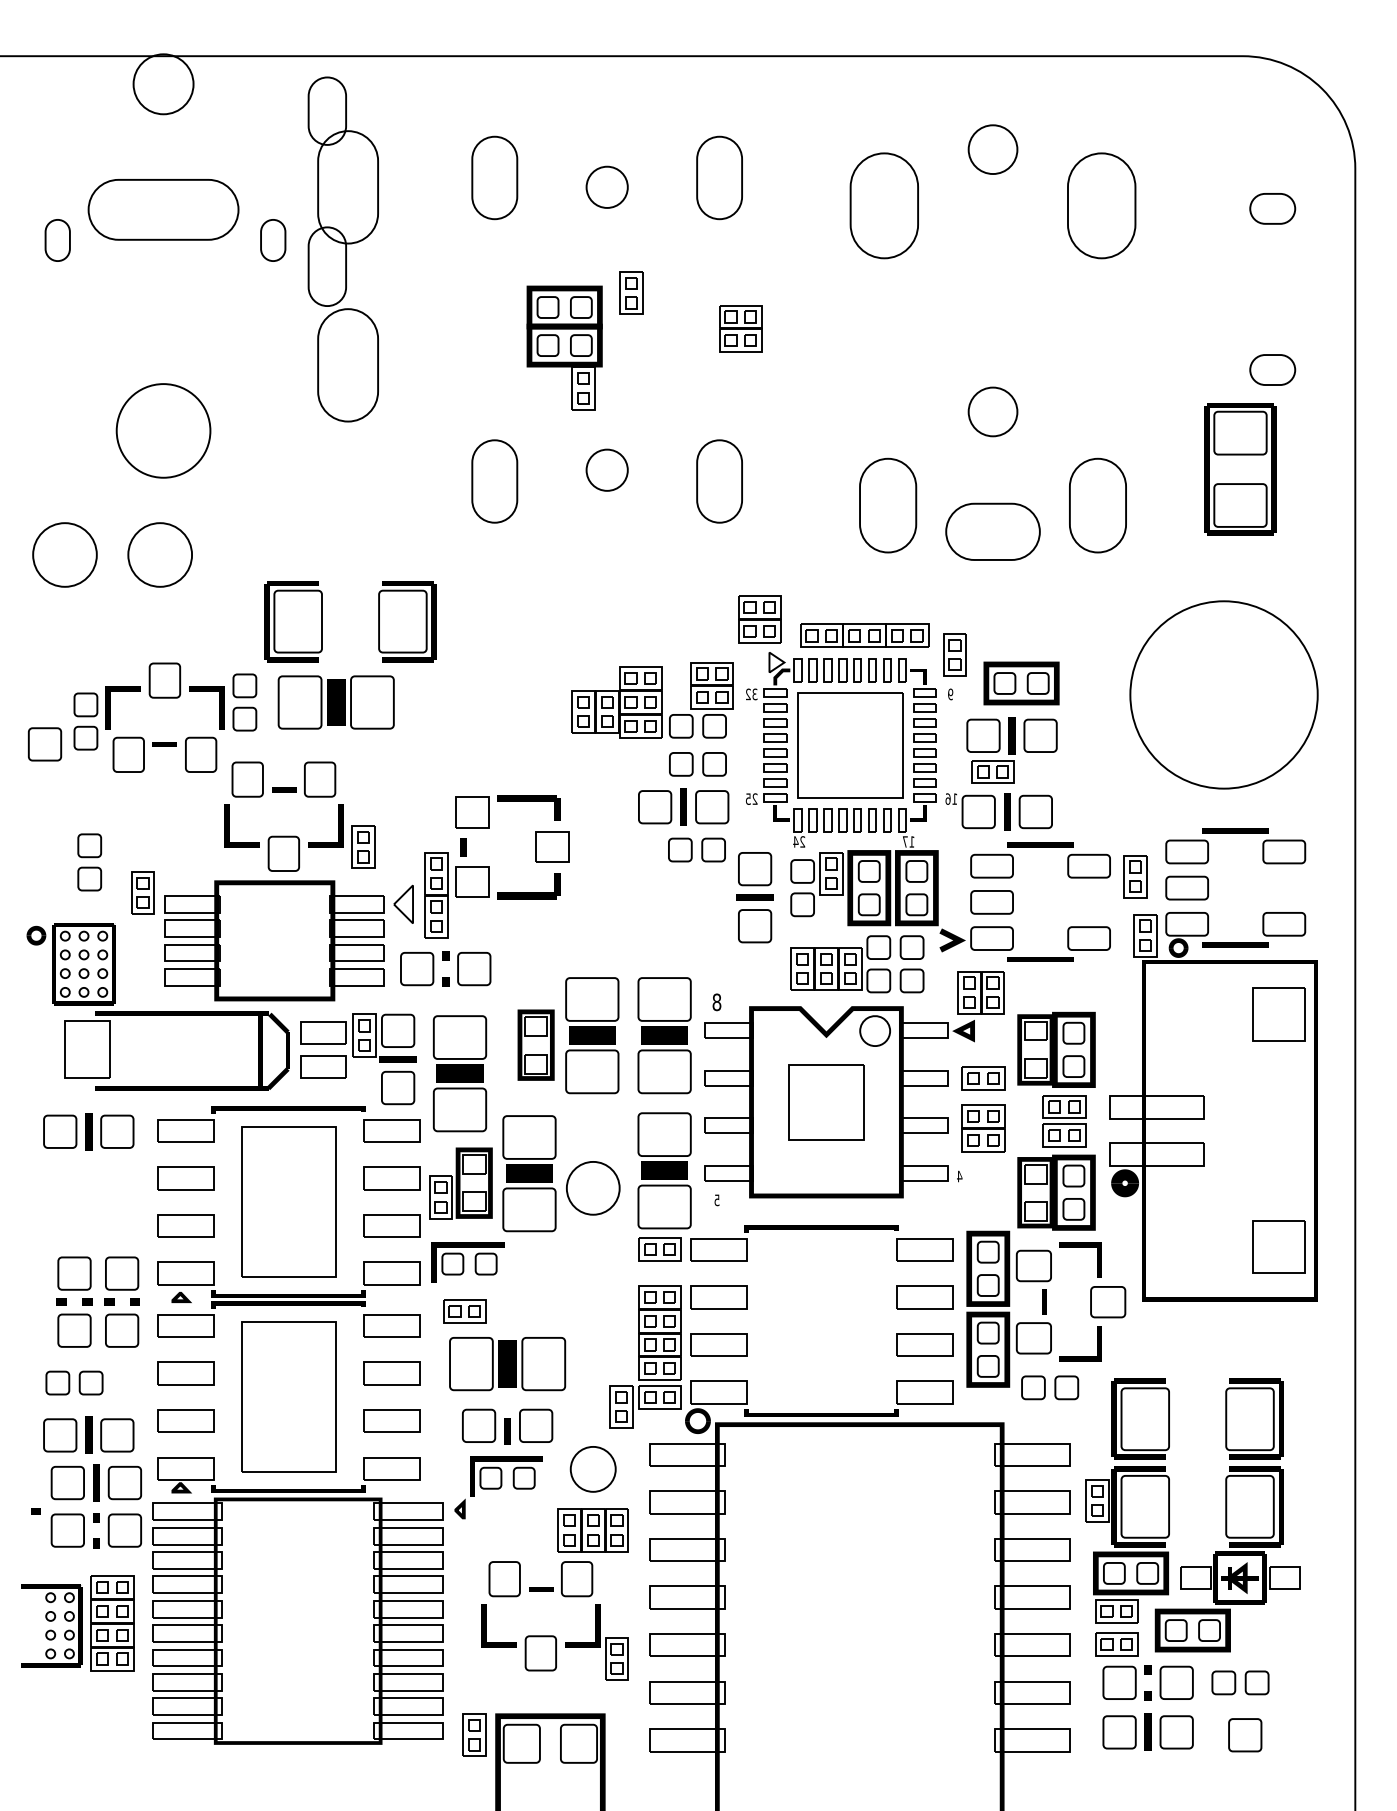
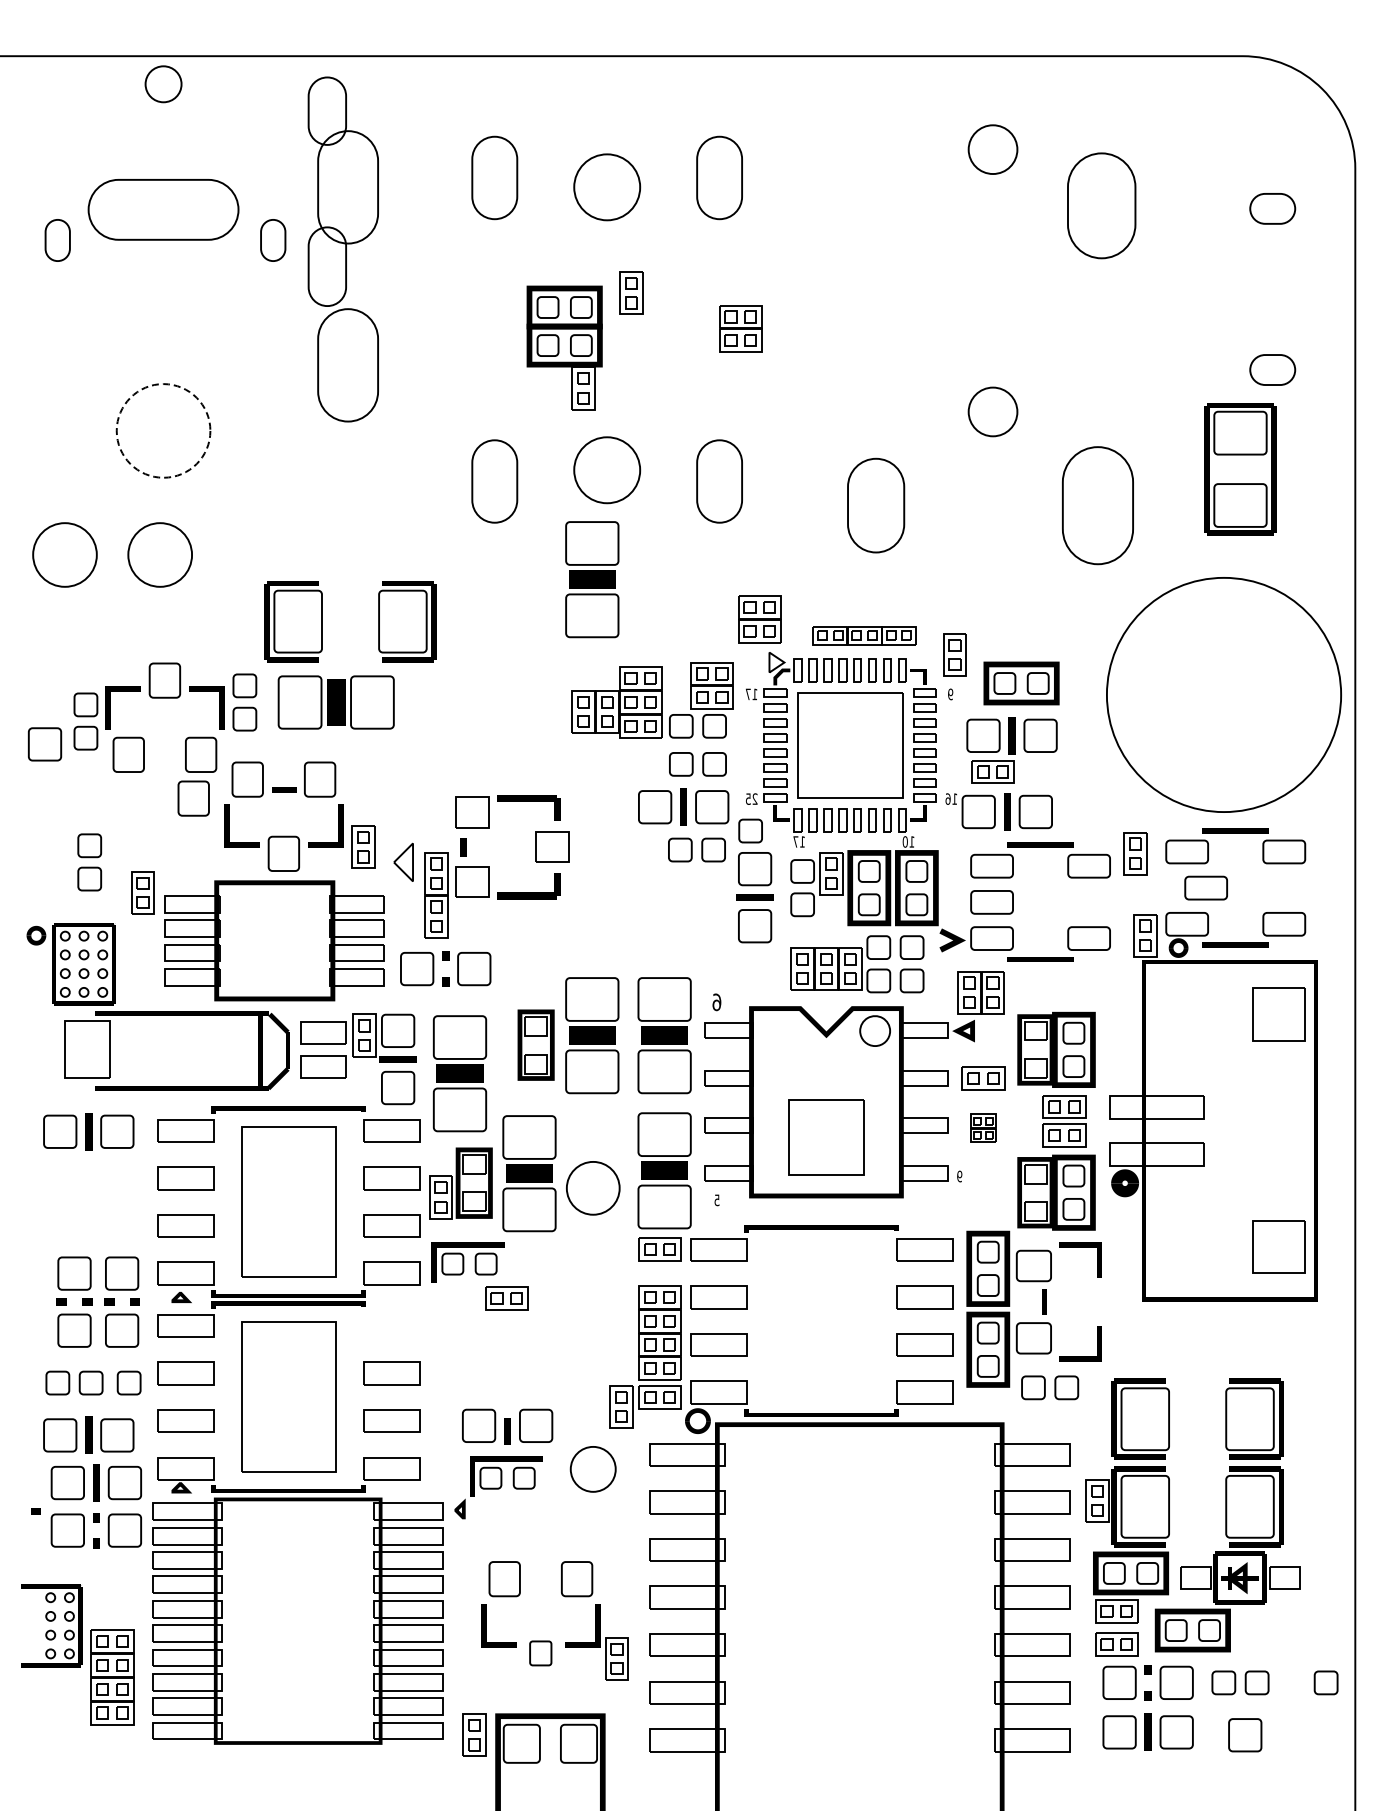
circle at (163, 84) diameter: 60 px -> 36 px
circle at (606, 186) diameter: 41 px -> 66 px
part at (883, 205): present -> none
circle at (163, 430): solid -> dashed
circle at (606, 469) diameter: 41 px -> 66 px
part at (888, 505) position: (888, 505) -> (876, 505)
part at (1097, 505) size: 58x97 px -> 72x120 px
part at (992, 531): present -> none
part at (592, 579): none -> present
part at (864, 635) size: 130x25 px -> 105x20 px
text at (751, 694): 32 -> 17
circle at (1223, 694) diameter: 187 px -> 234 px
line at (164, 744): present -> none
part at (193, 798): none -> present
part at (750, 830): none -> present
text at (799, 841): 24 -> 17
text at (904, 841): 17 -> 10
part at (1135, 876) position: (1135, 876) -> (1135, 853)
part at (1186, 887) position: (1186, 887) -> (1205, 887)
part at (403, 903) position: (403, 903) -> (403, 861)
text at (716, 1001): 8 -> 6
part at (826, 1102) position: (826, 1102) -> (826, 1137)
part at (983, 1128) size: 45x49 px -> 27x30 px
text at (959, 1176): 4 -> 9
part at (1108, 1302): present -> none
part at (464, 1311) position: (464, 1311) -> (506, 1298)
part at (391, 1325): present -> none
part at (507, 1364): present -> none
part at (128, 1382): none -> present
part at (592, 1530): present -> none
line at (541, 1589): present -> none
part at (112, 1623) position: (112, 1623) -> (112, 1677)
part at (540, 1653) size: 33x37 px -> 24x27 px
part at (1325, 1682): none -> present
